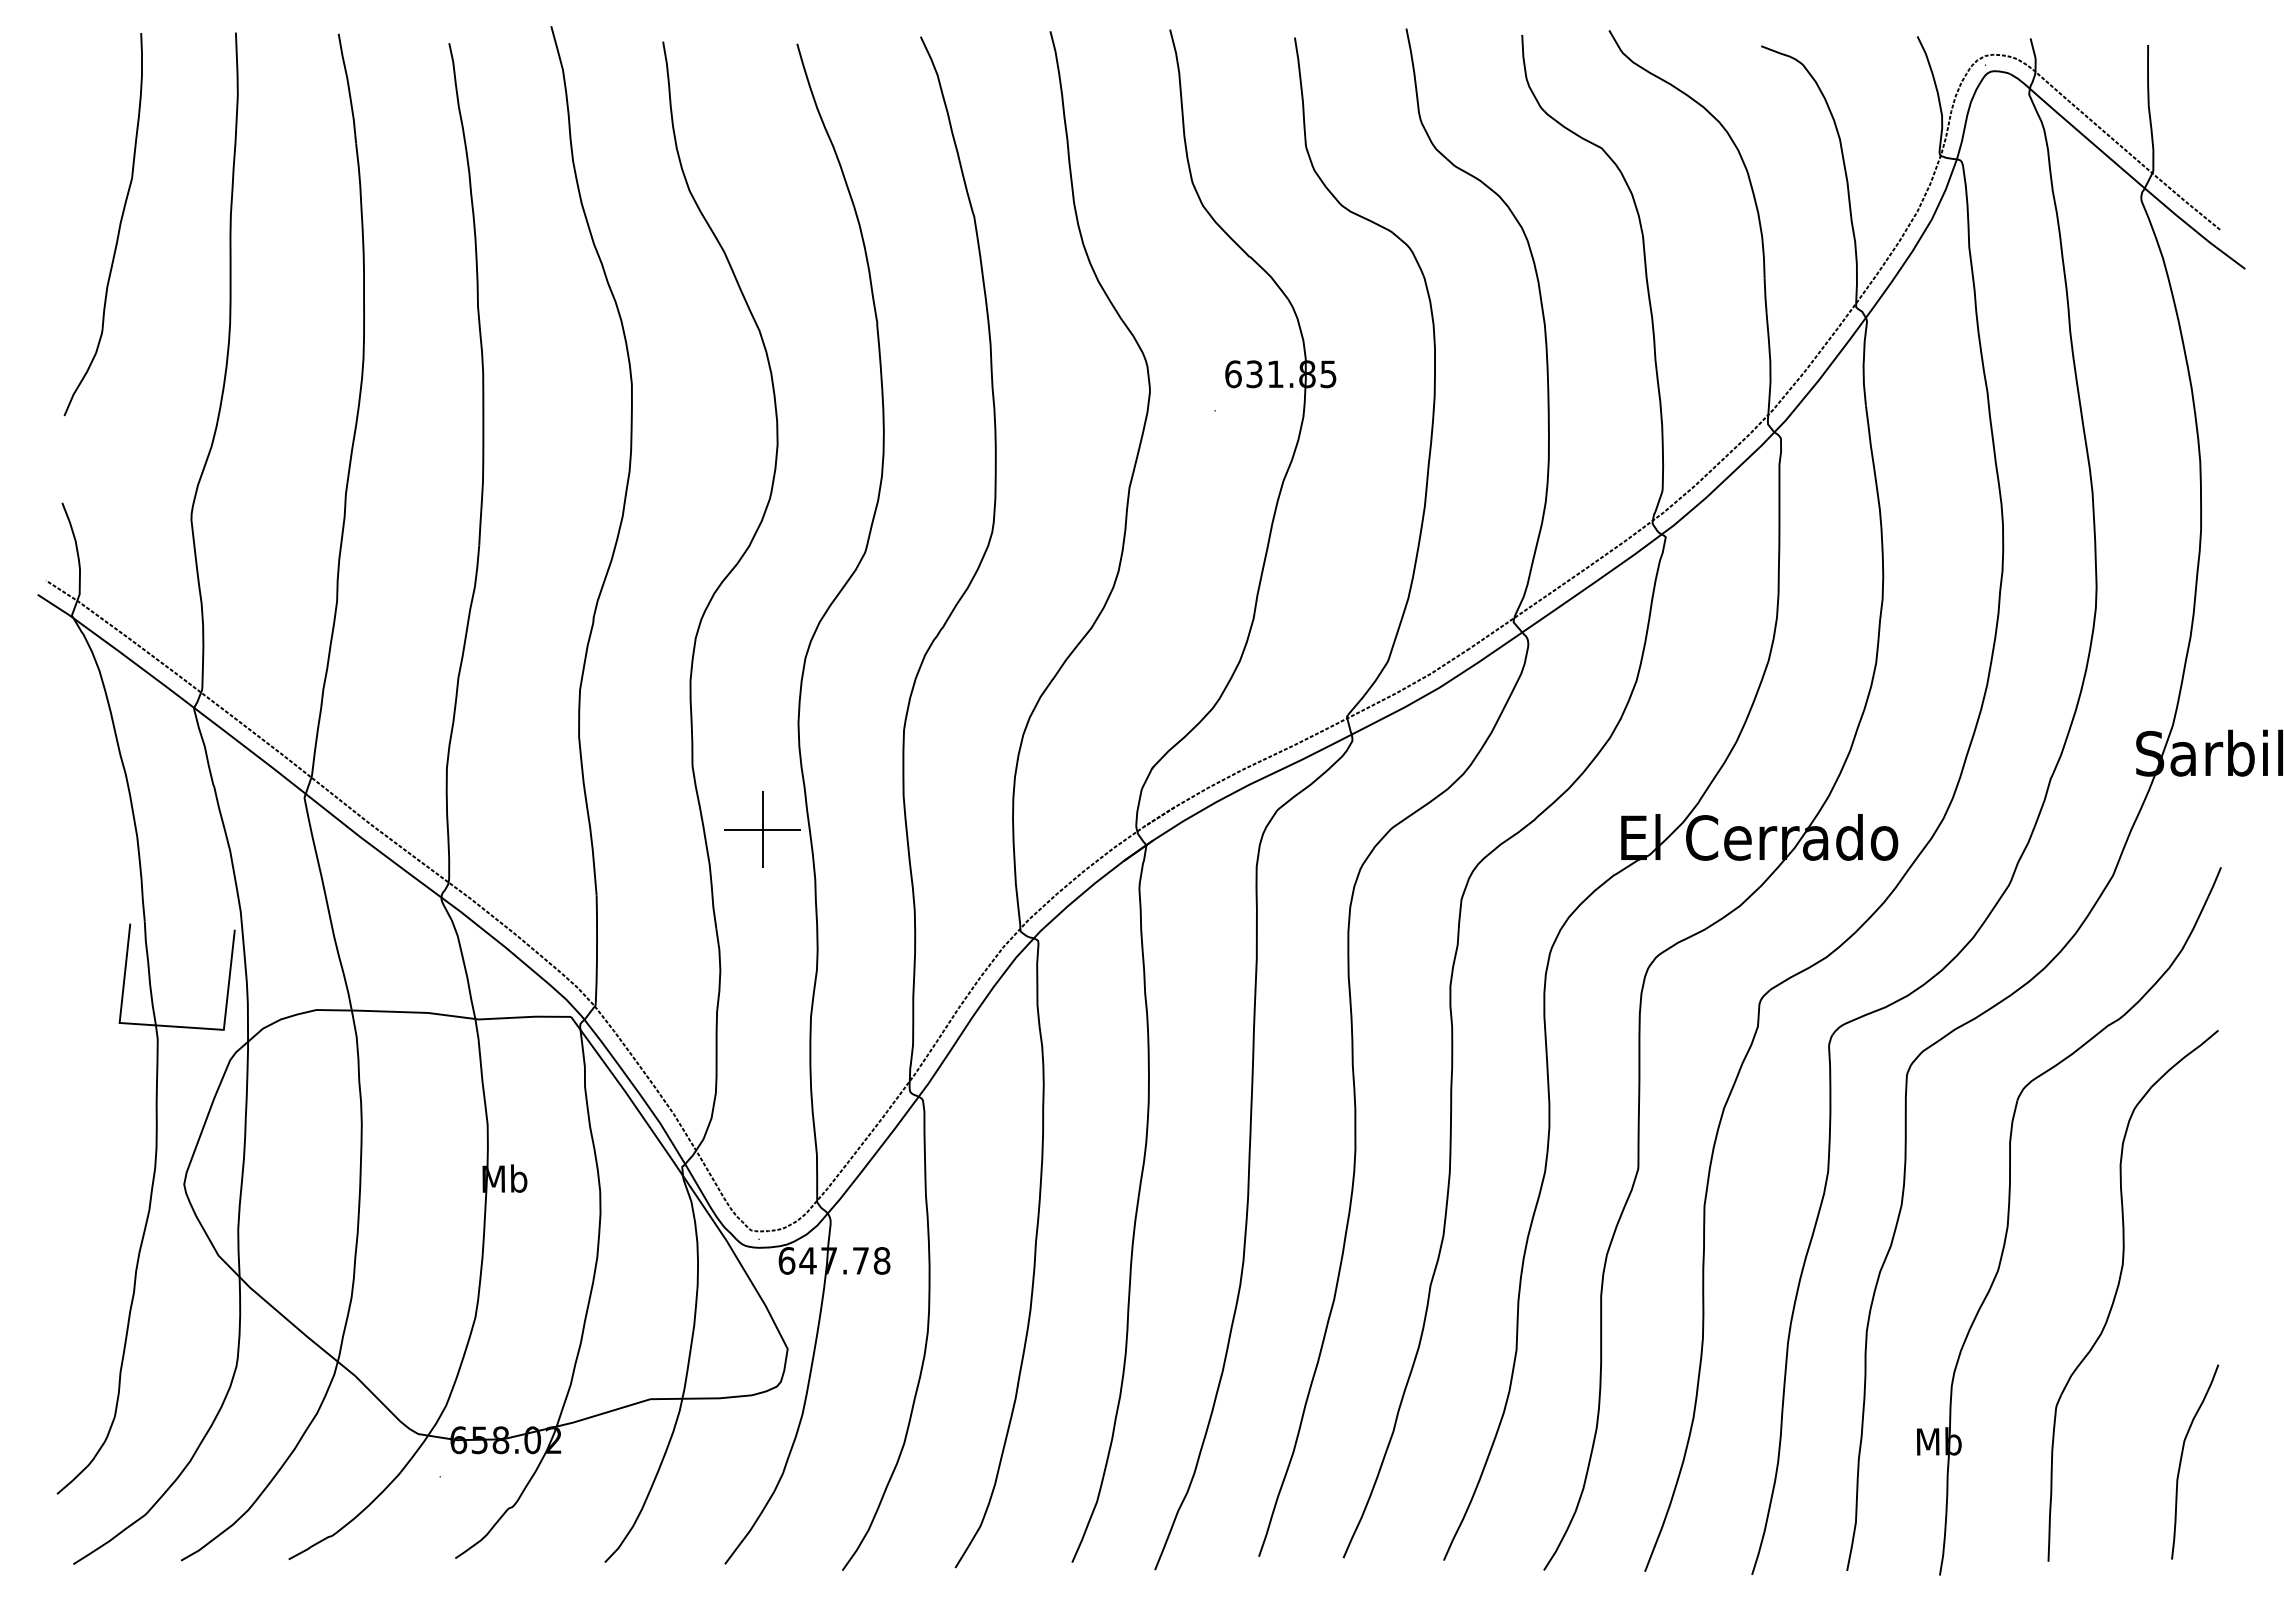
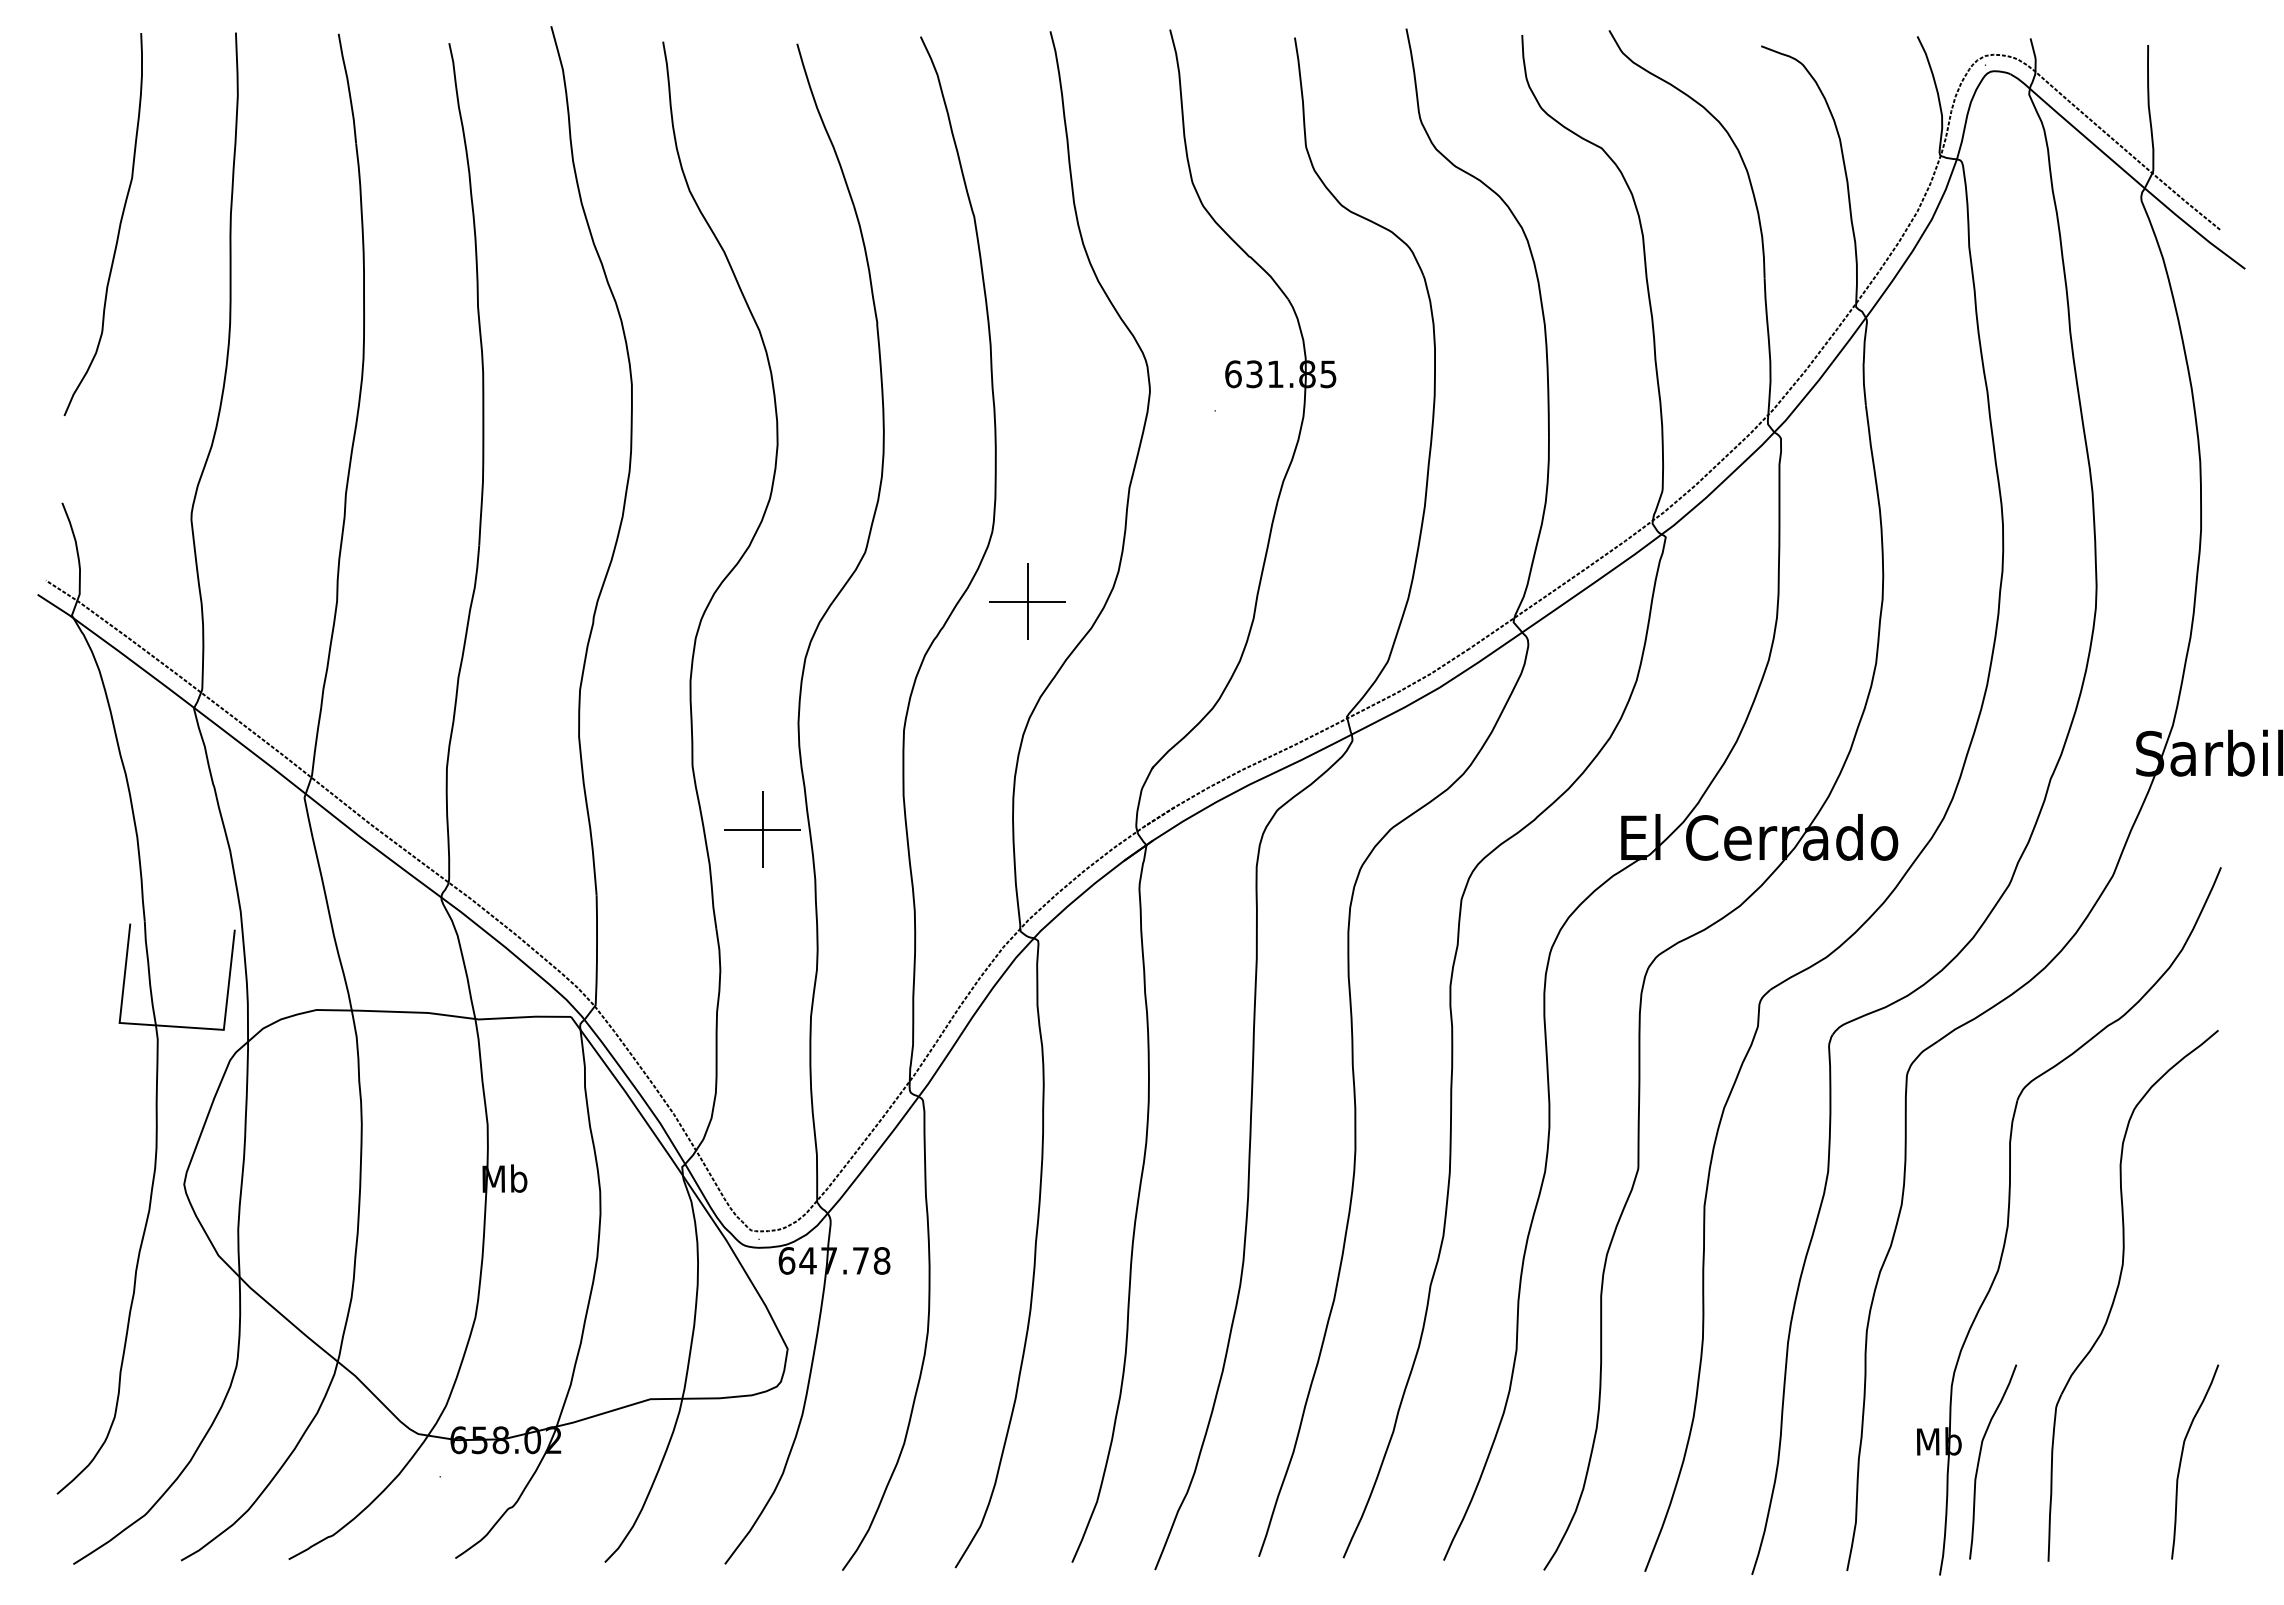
part at (1027, 601): none -> present
curve at (1980, 1457): none -> present
